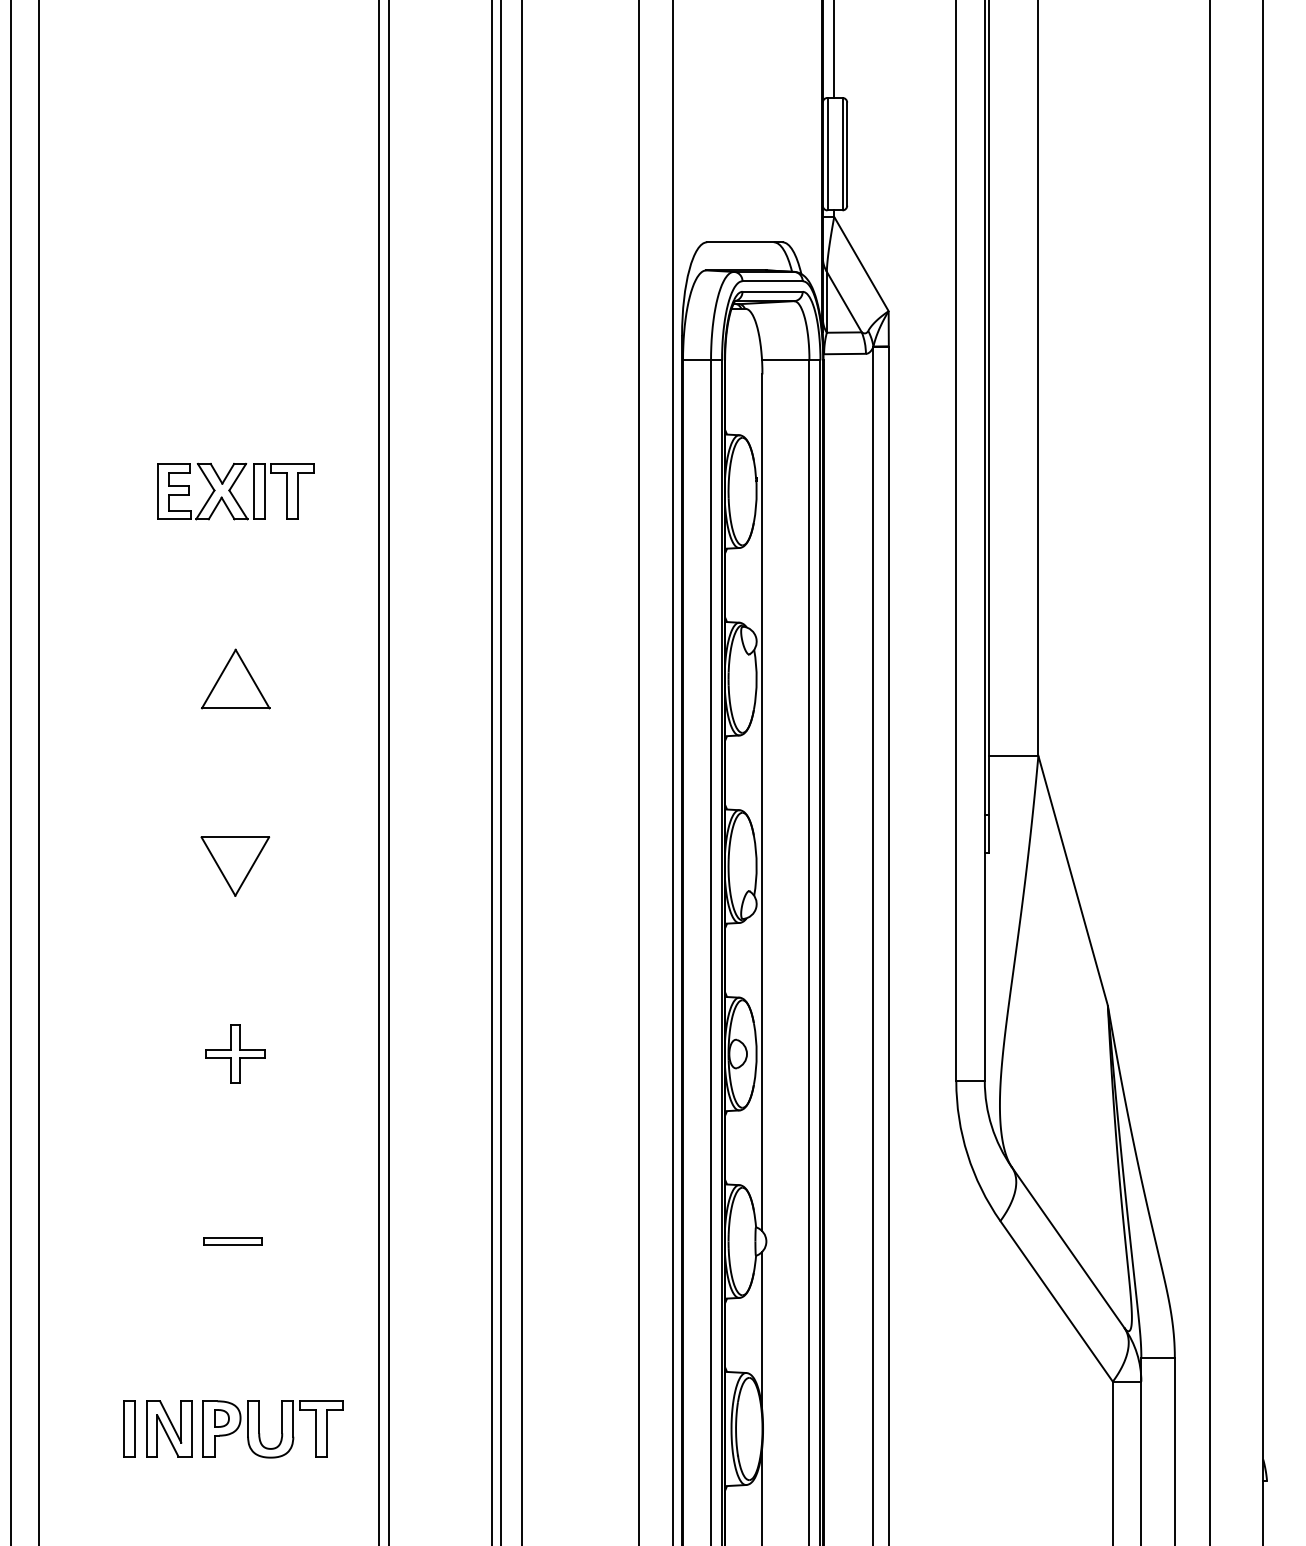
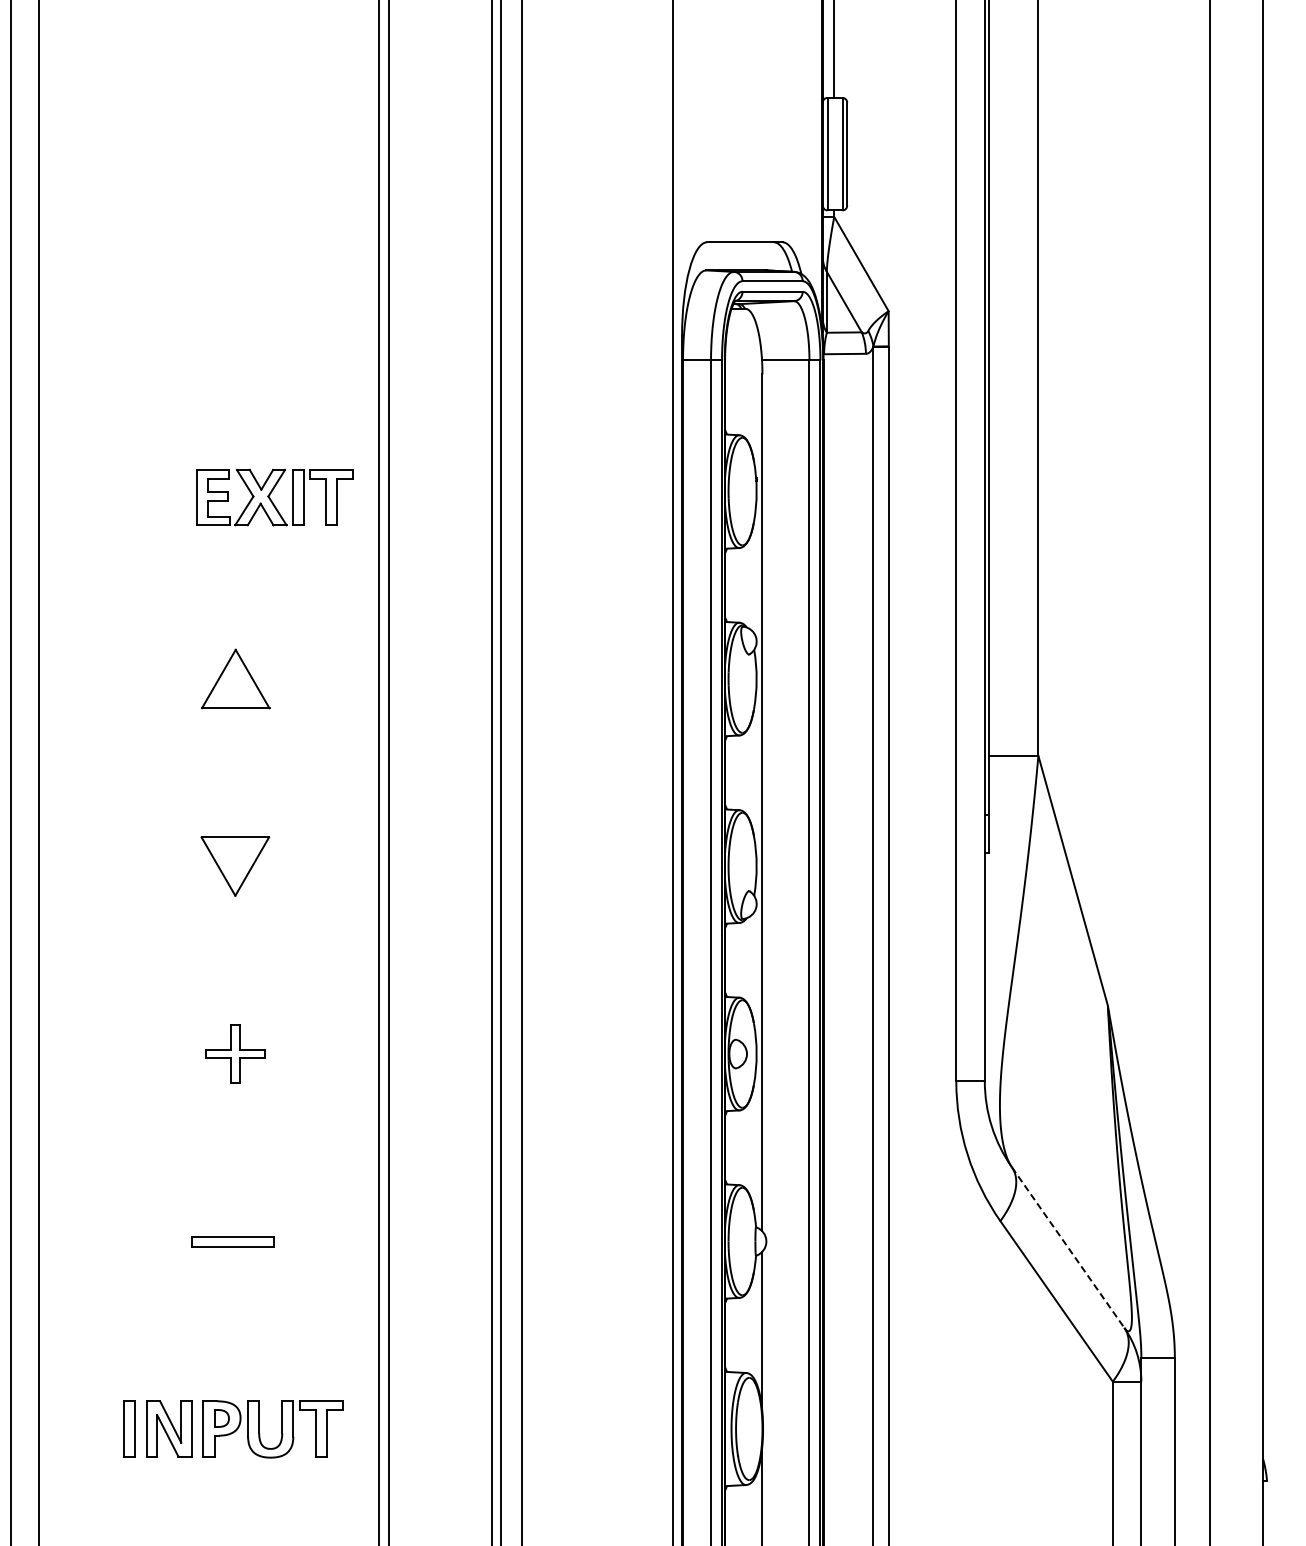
part at (235, 491) position: (235, 491) -> (274, 497)
line at (638, 772): present -> none
part at (232, 1241) size: 60x9 px -> 84x12 px
line at (1068, 1248): solid -> dashed
